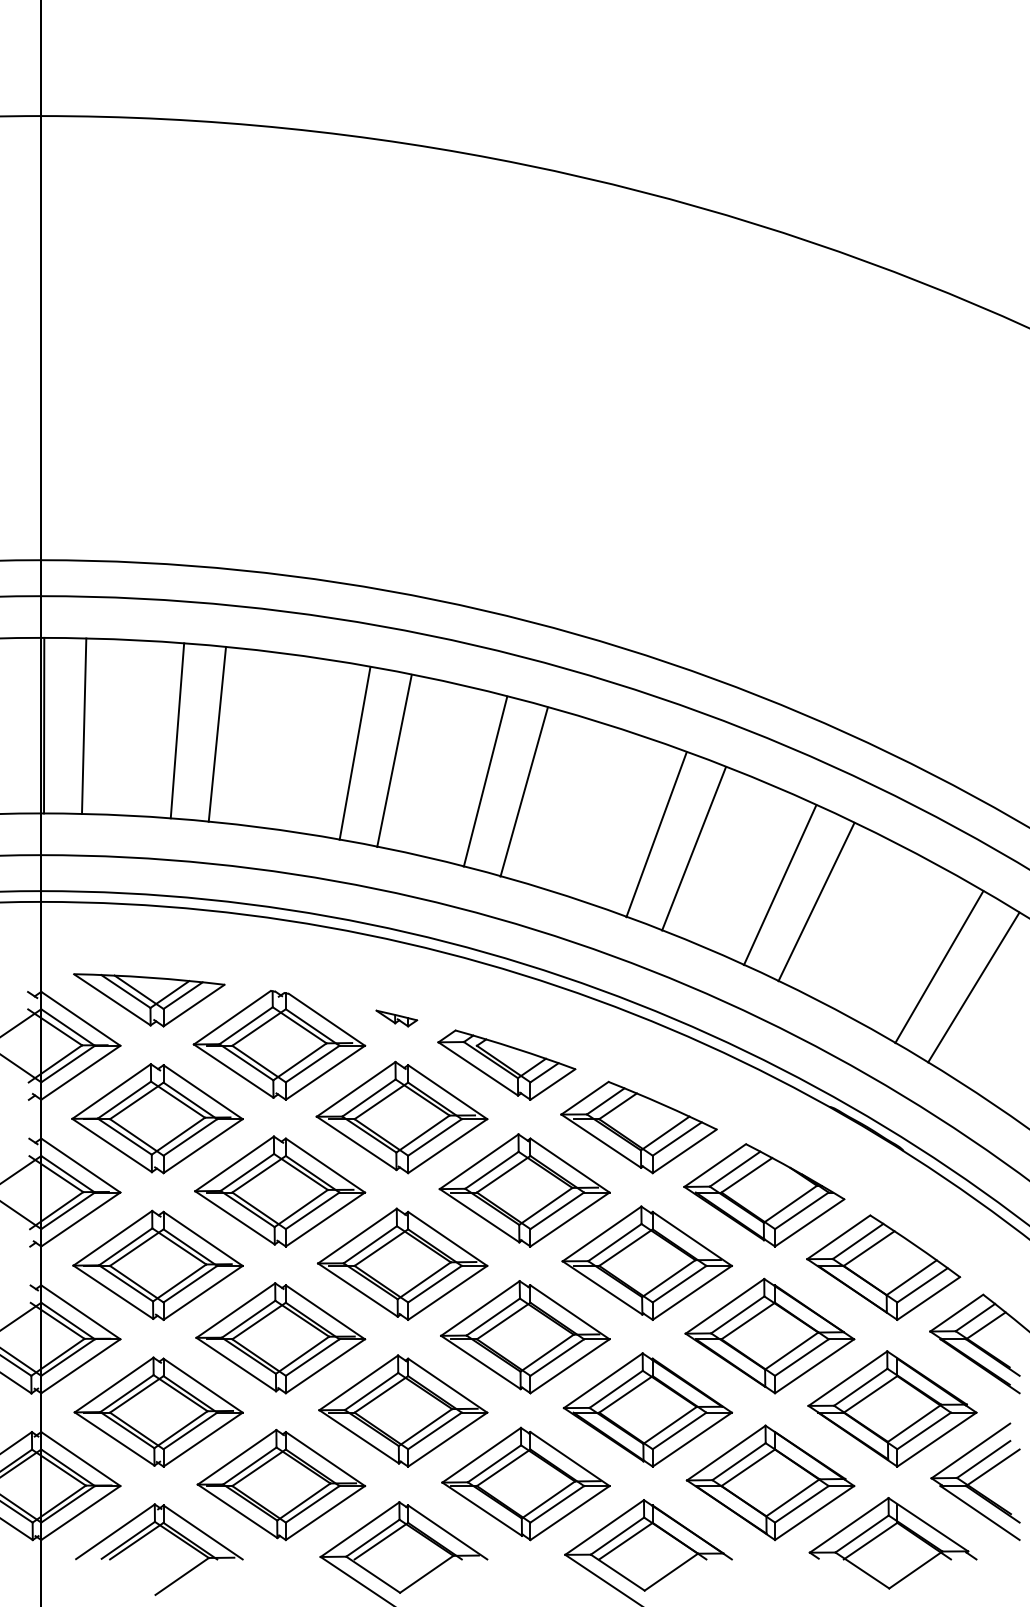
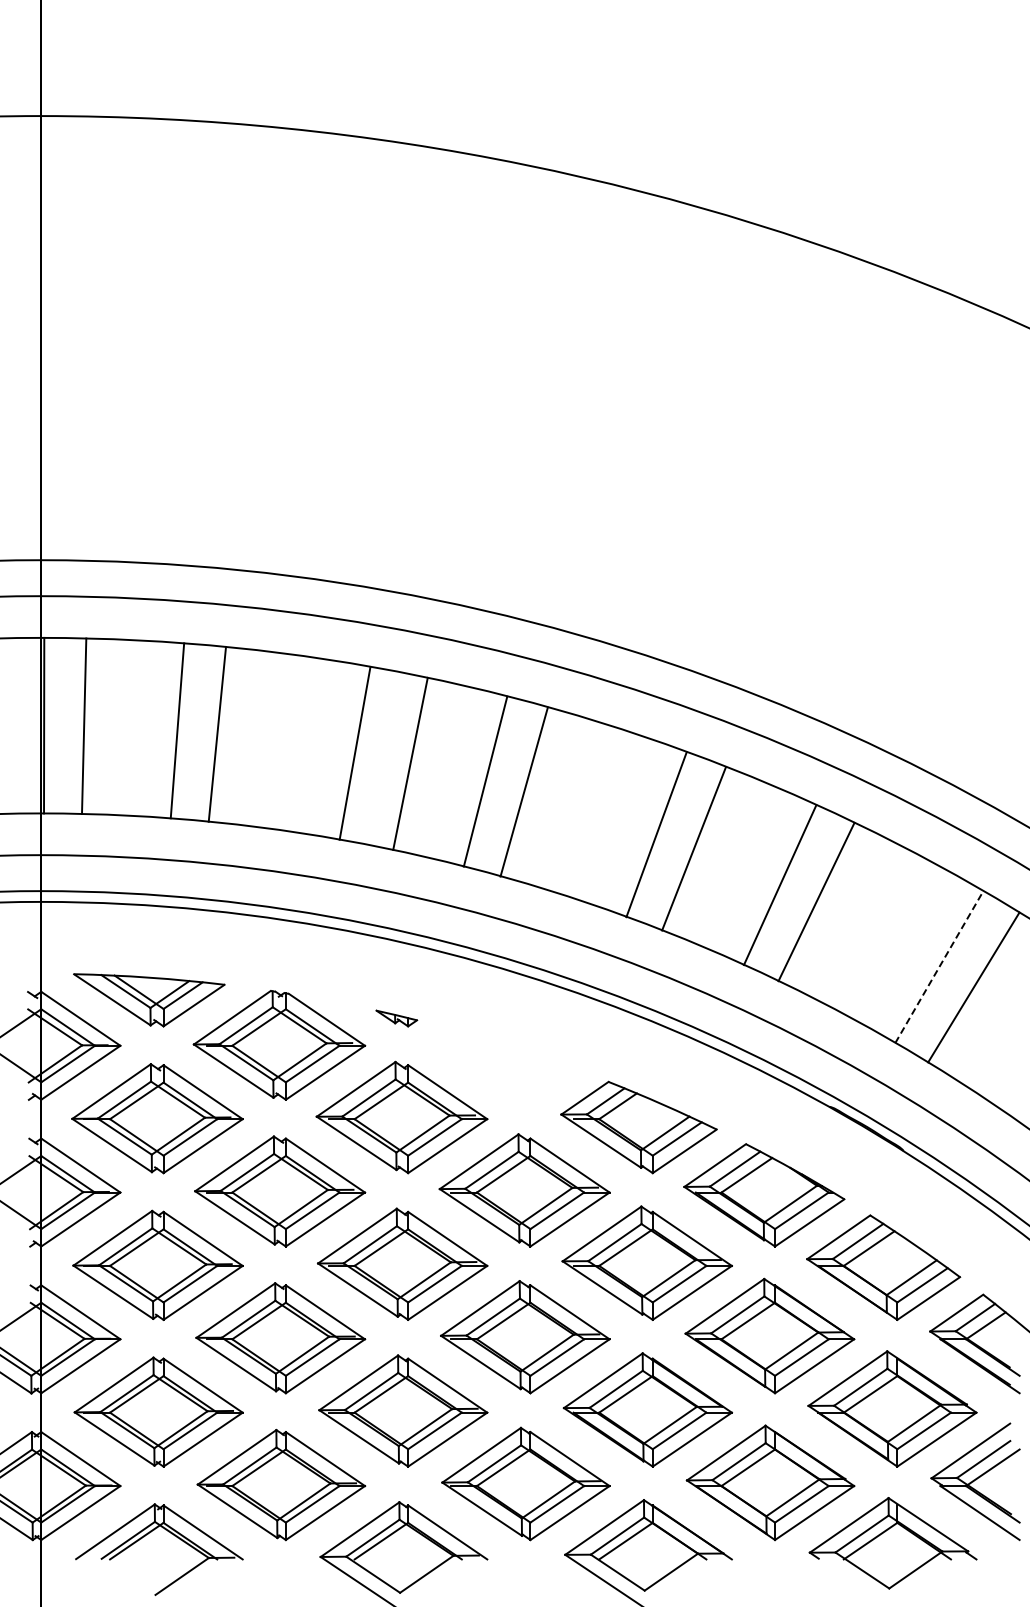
line at (394, 760) position: (394, 760) -> (410, 763)
line at (939, 967): solid -> dashed
part at (506, 1064): present -> none
